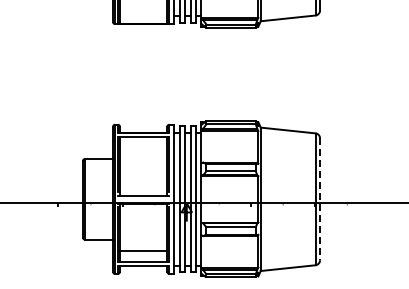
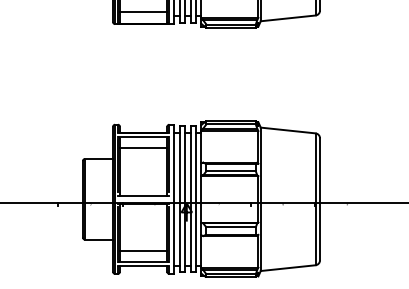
line at (143, 11): none -> present
line at (143, 147): none -> present
line at (320, 199): dashed -> solid
